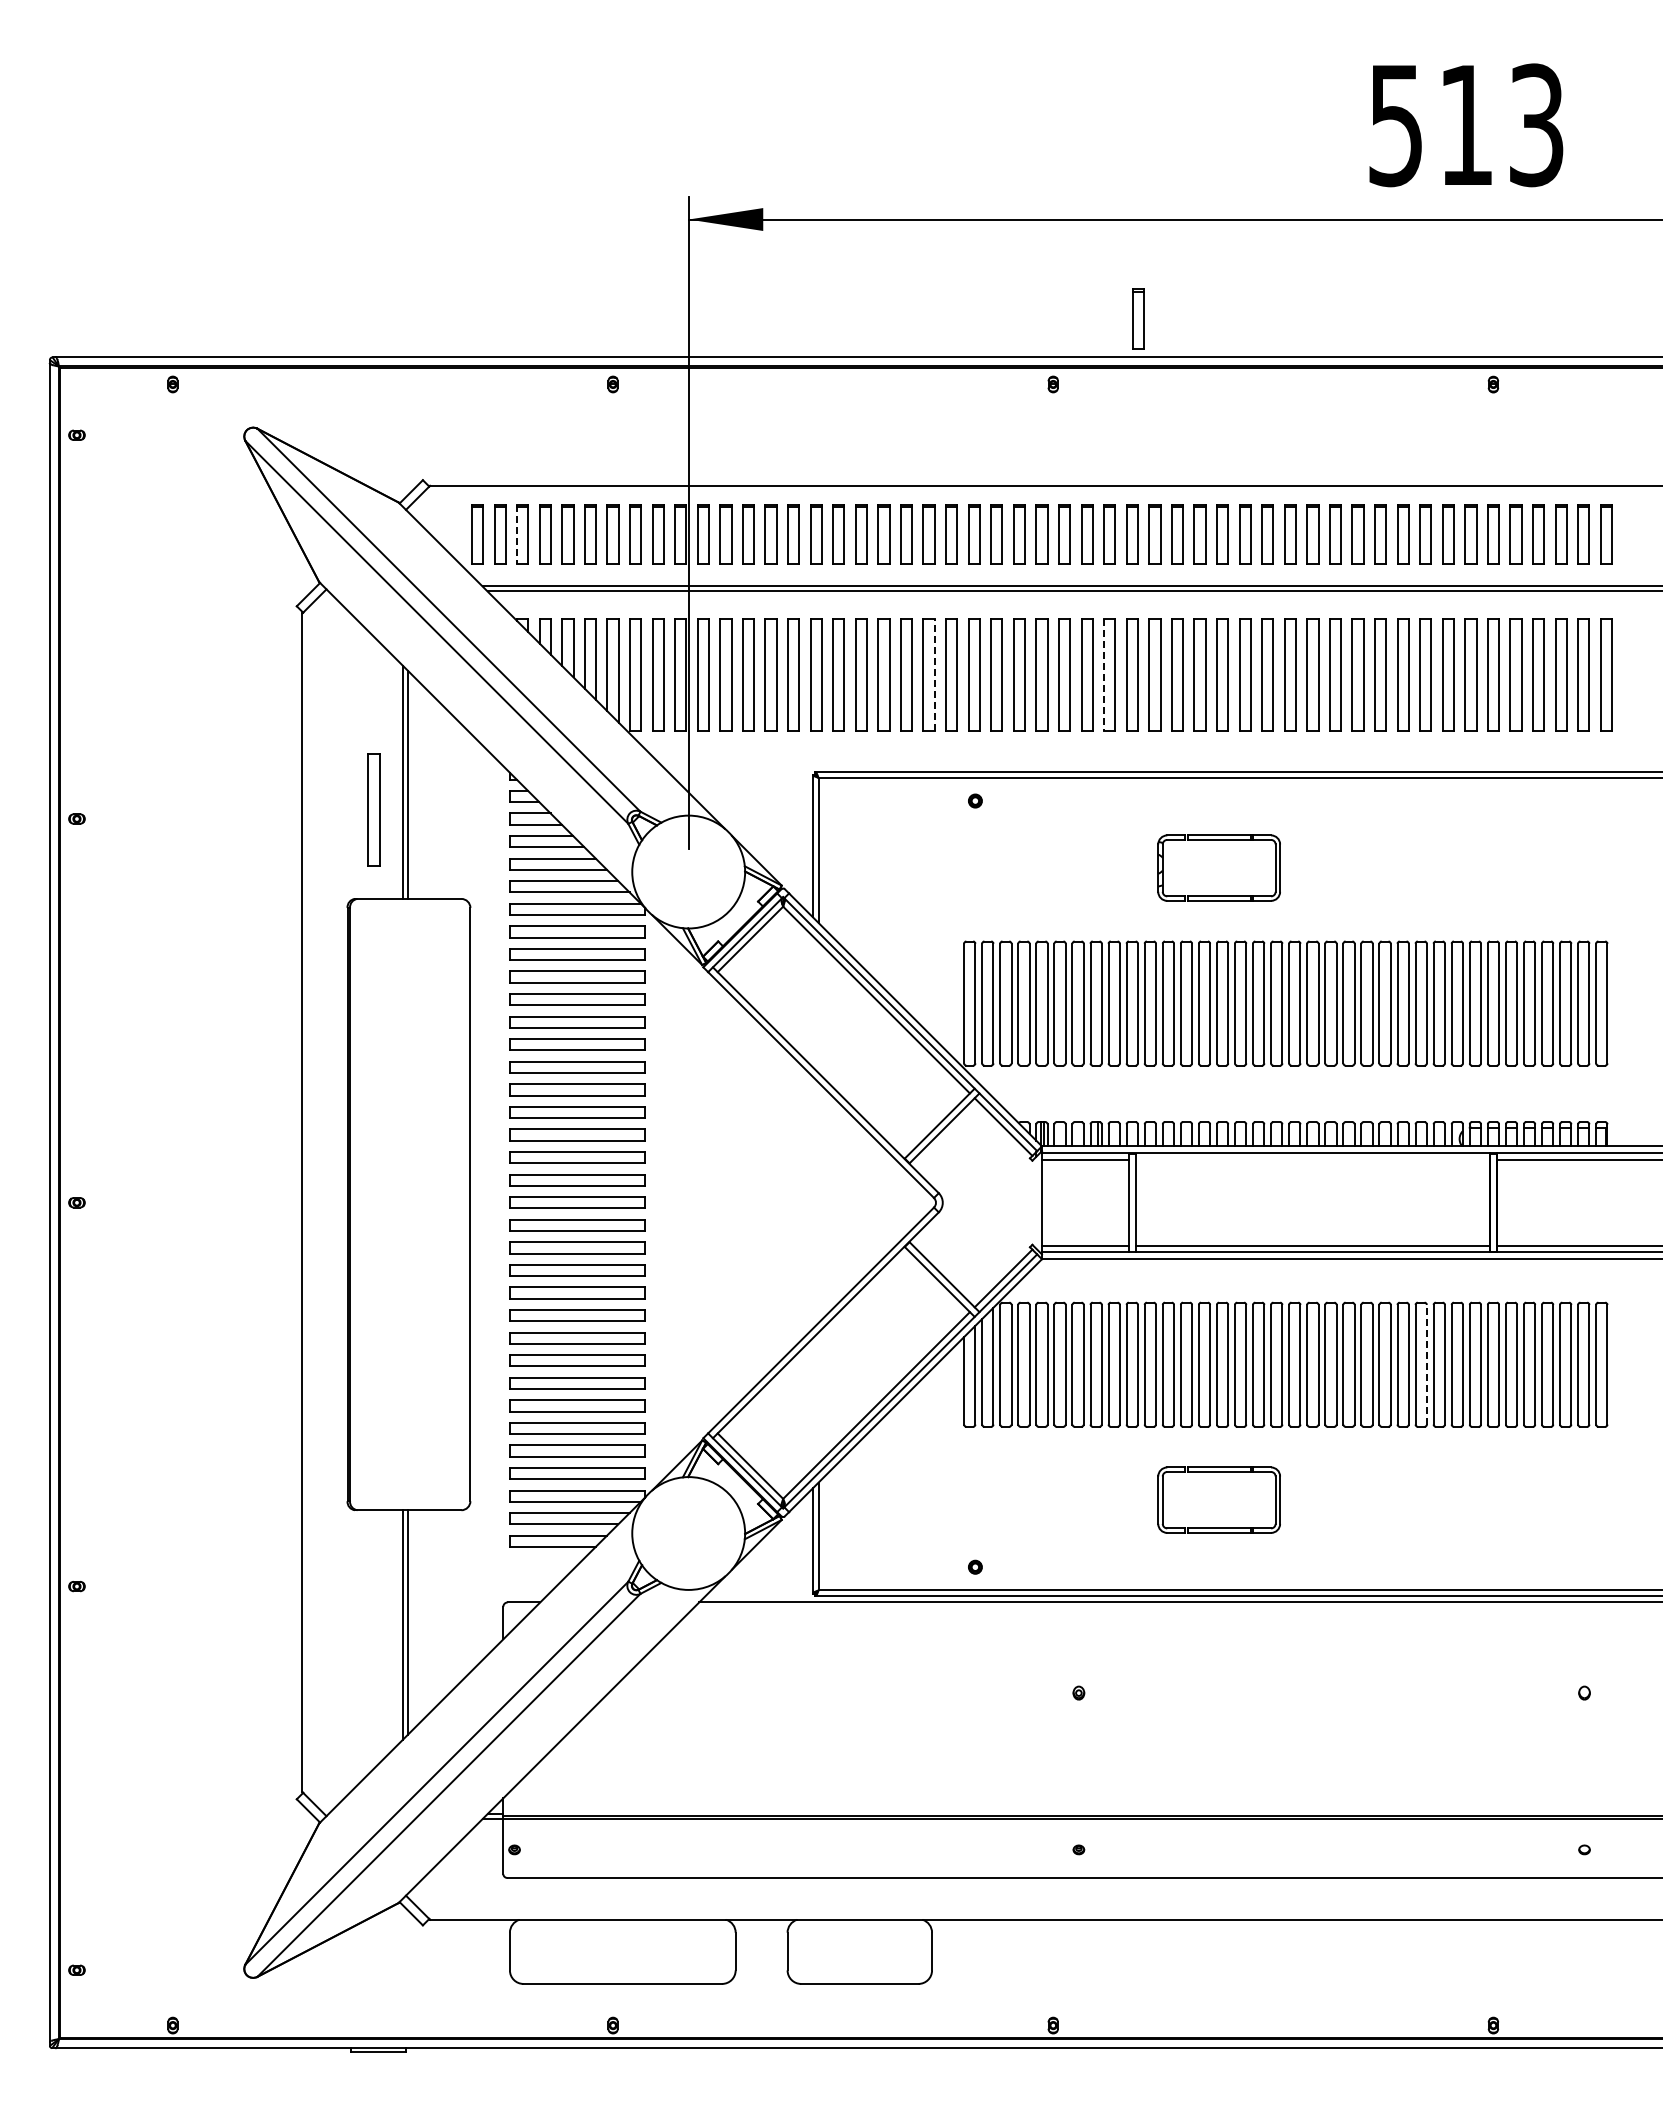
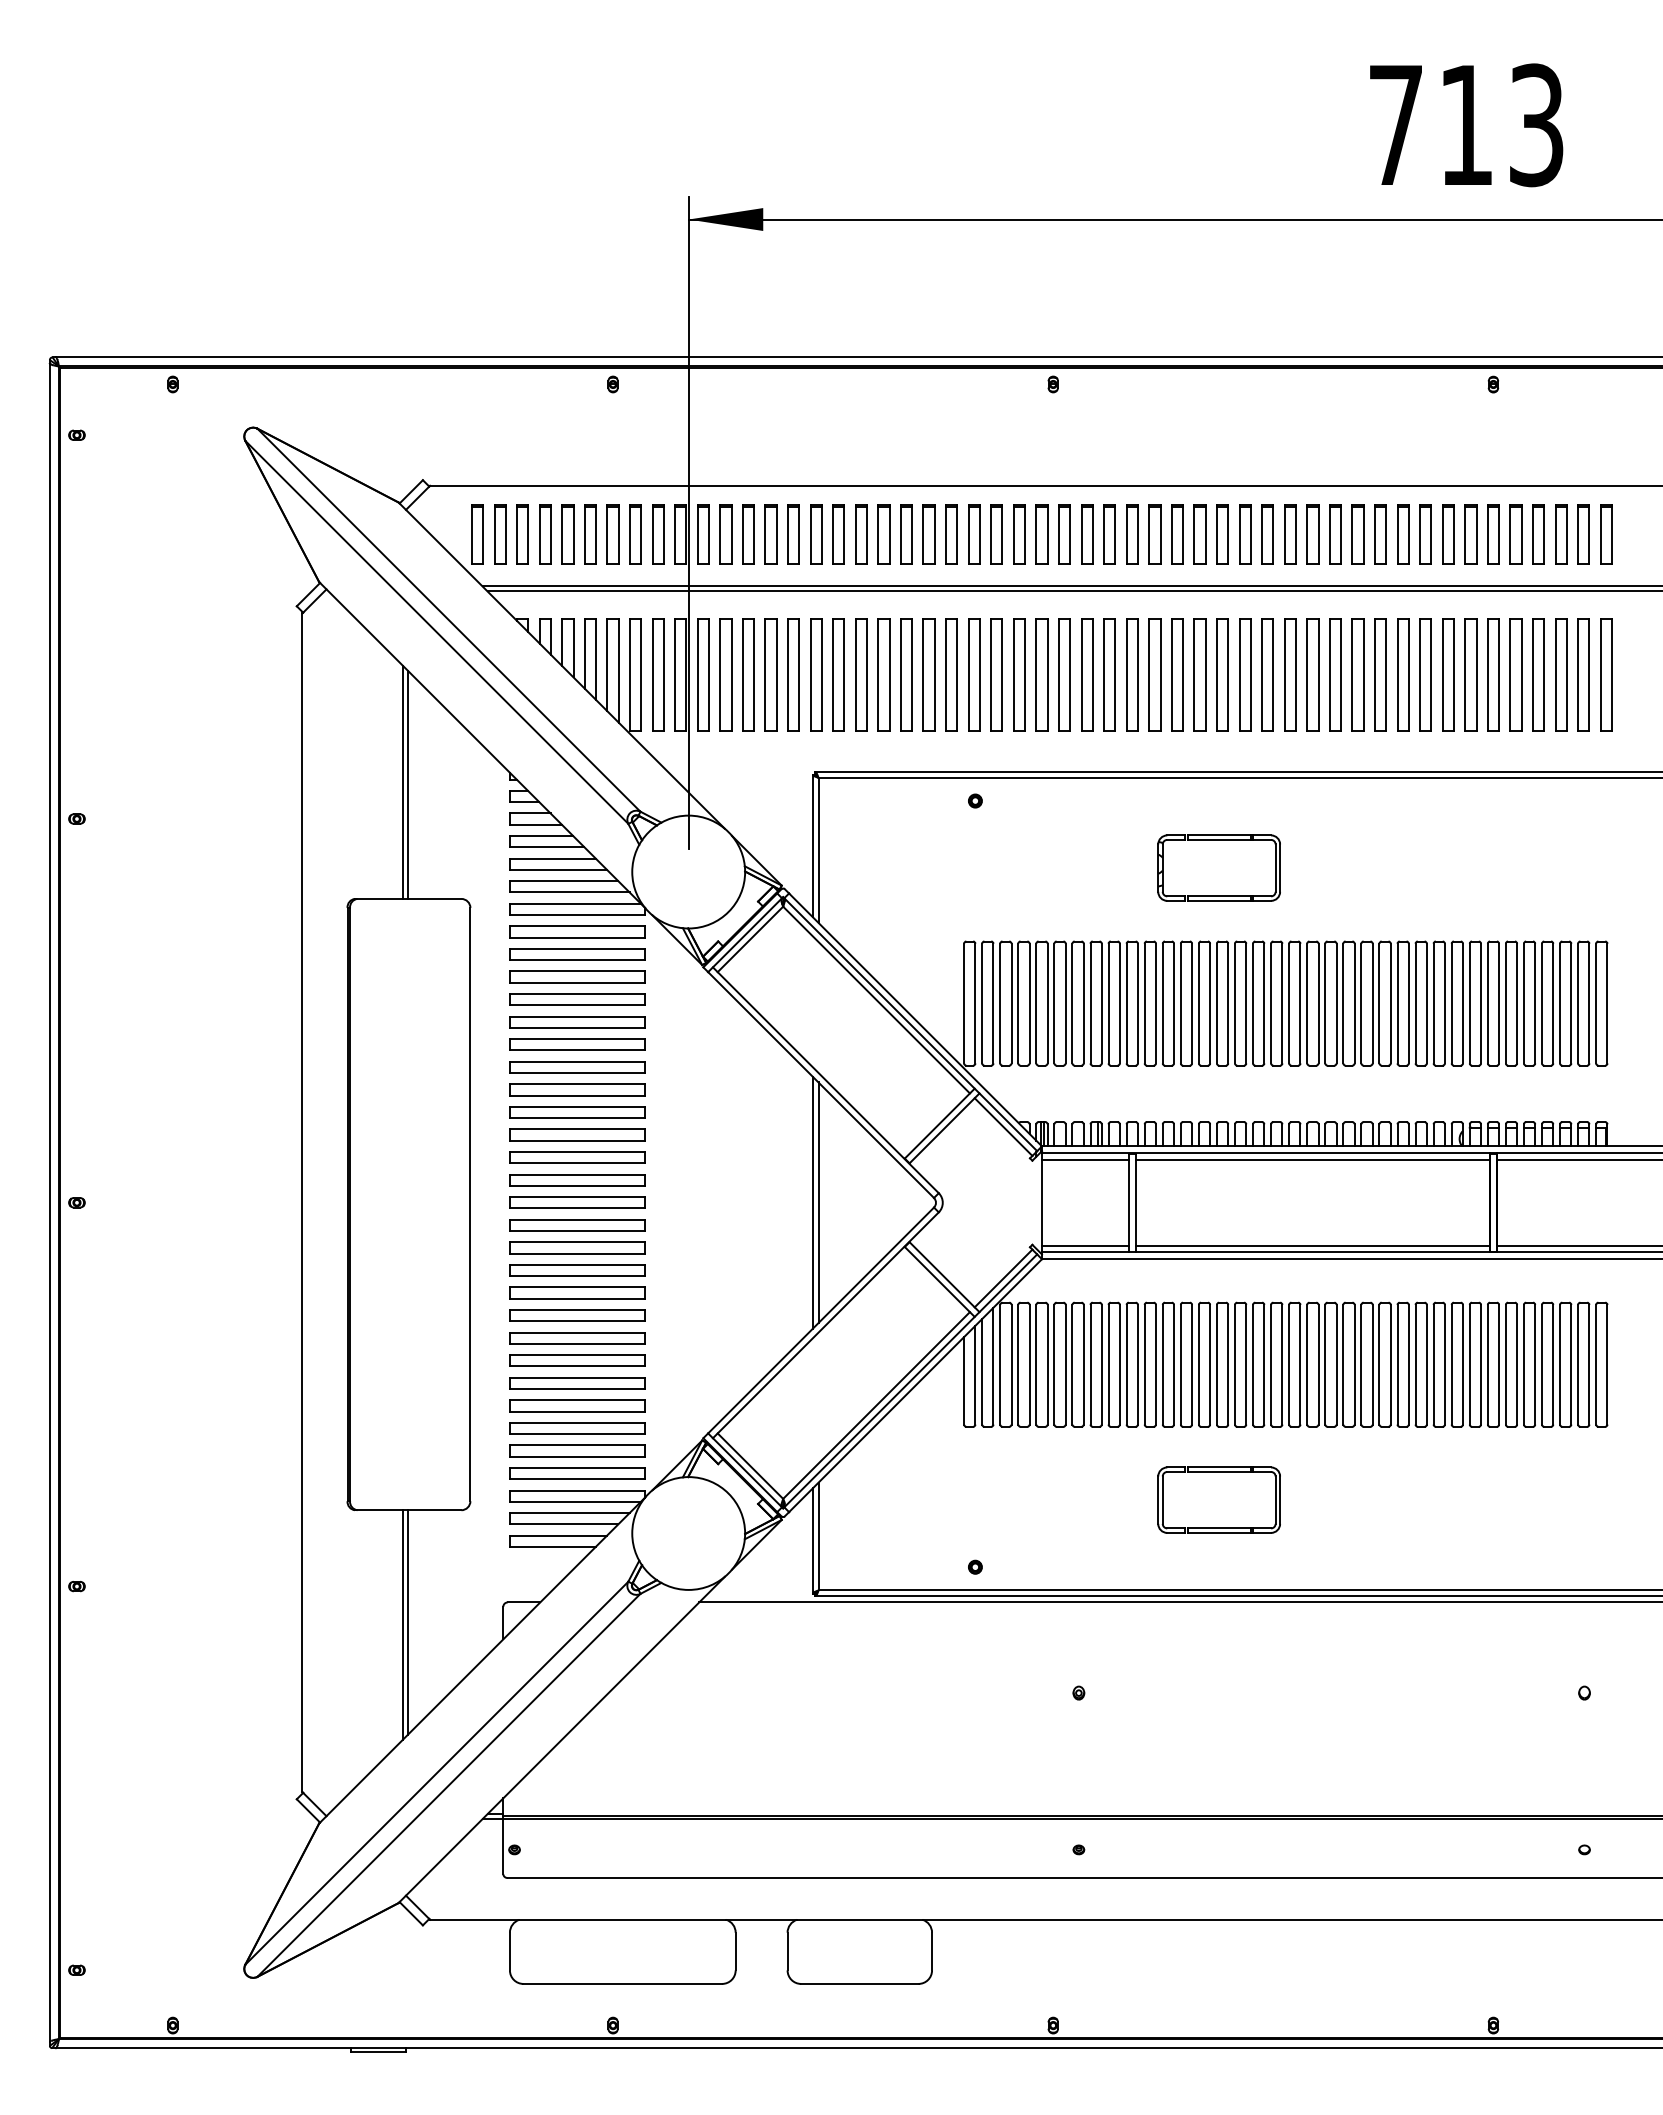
text at (1395, 126): 513 -> 713
part at (1138, 319): present -> none
line at (517, 534): dashed -> solid
line at (934, 674): dashed -> solid
line at (1104, 675): dashed -> solid
part at (373, 809): present -> none
line at (1312, 1159): none -> present
line at (812, 1202): none -> present
line at (818, 1202): none -> present
line at (1426, 1364): dashed -> solid
